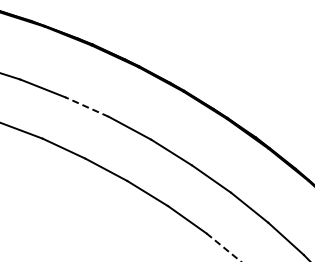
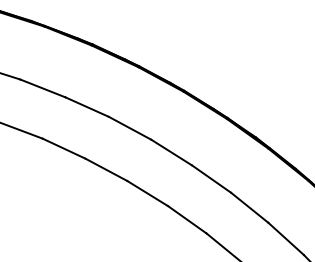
line at (87, 107): dashed -> solid
line at (224, 247): dashed -> solid
